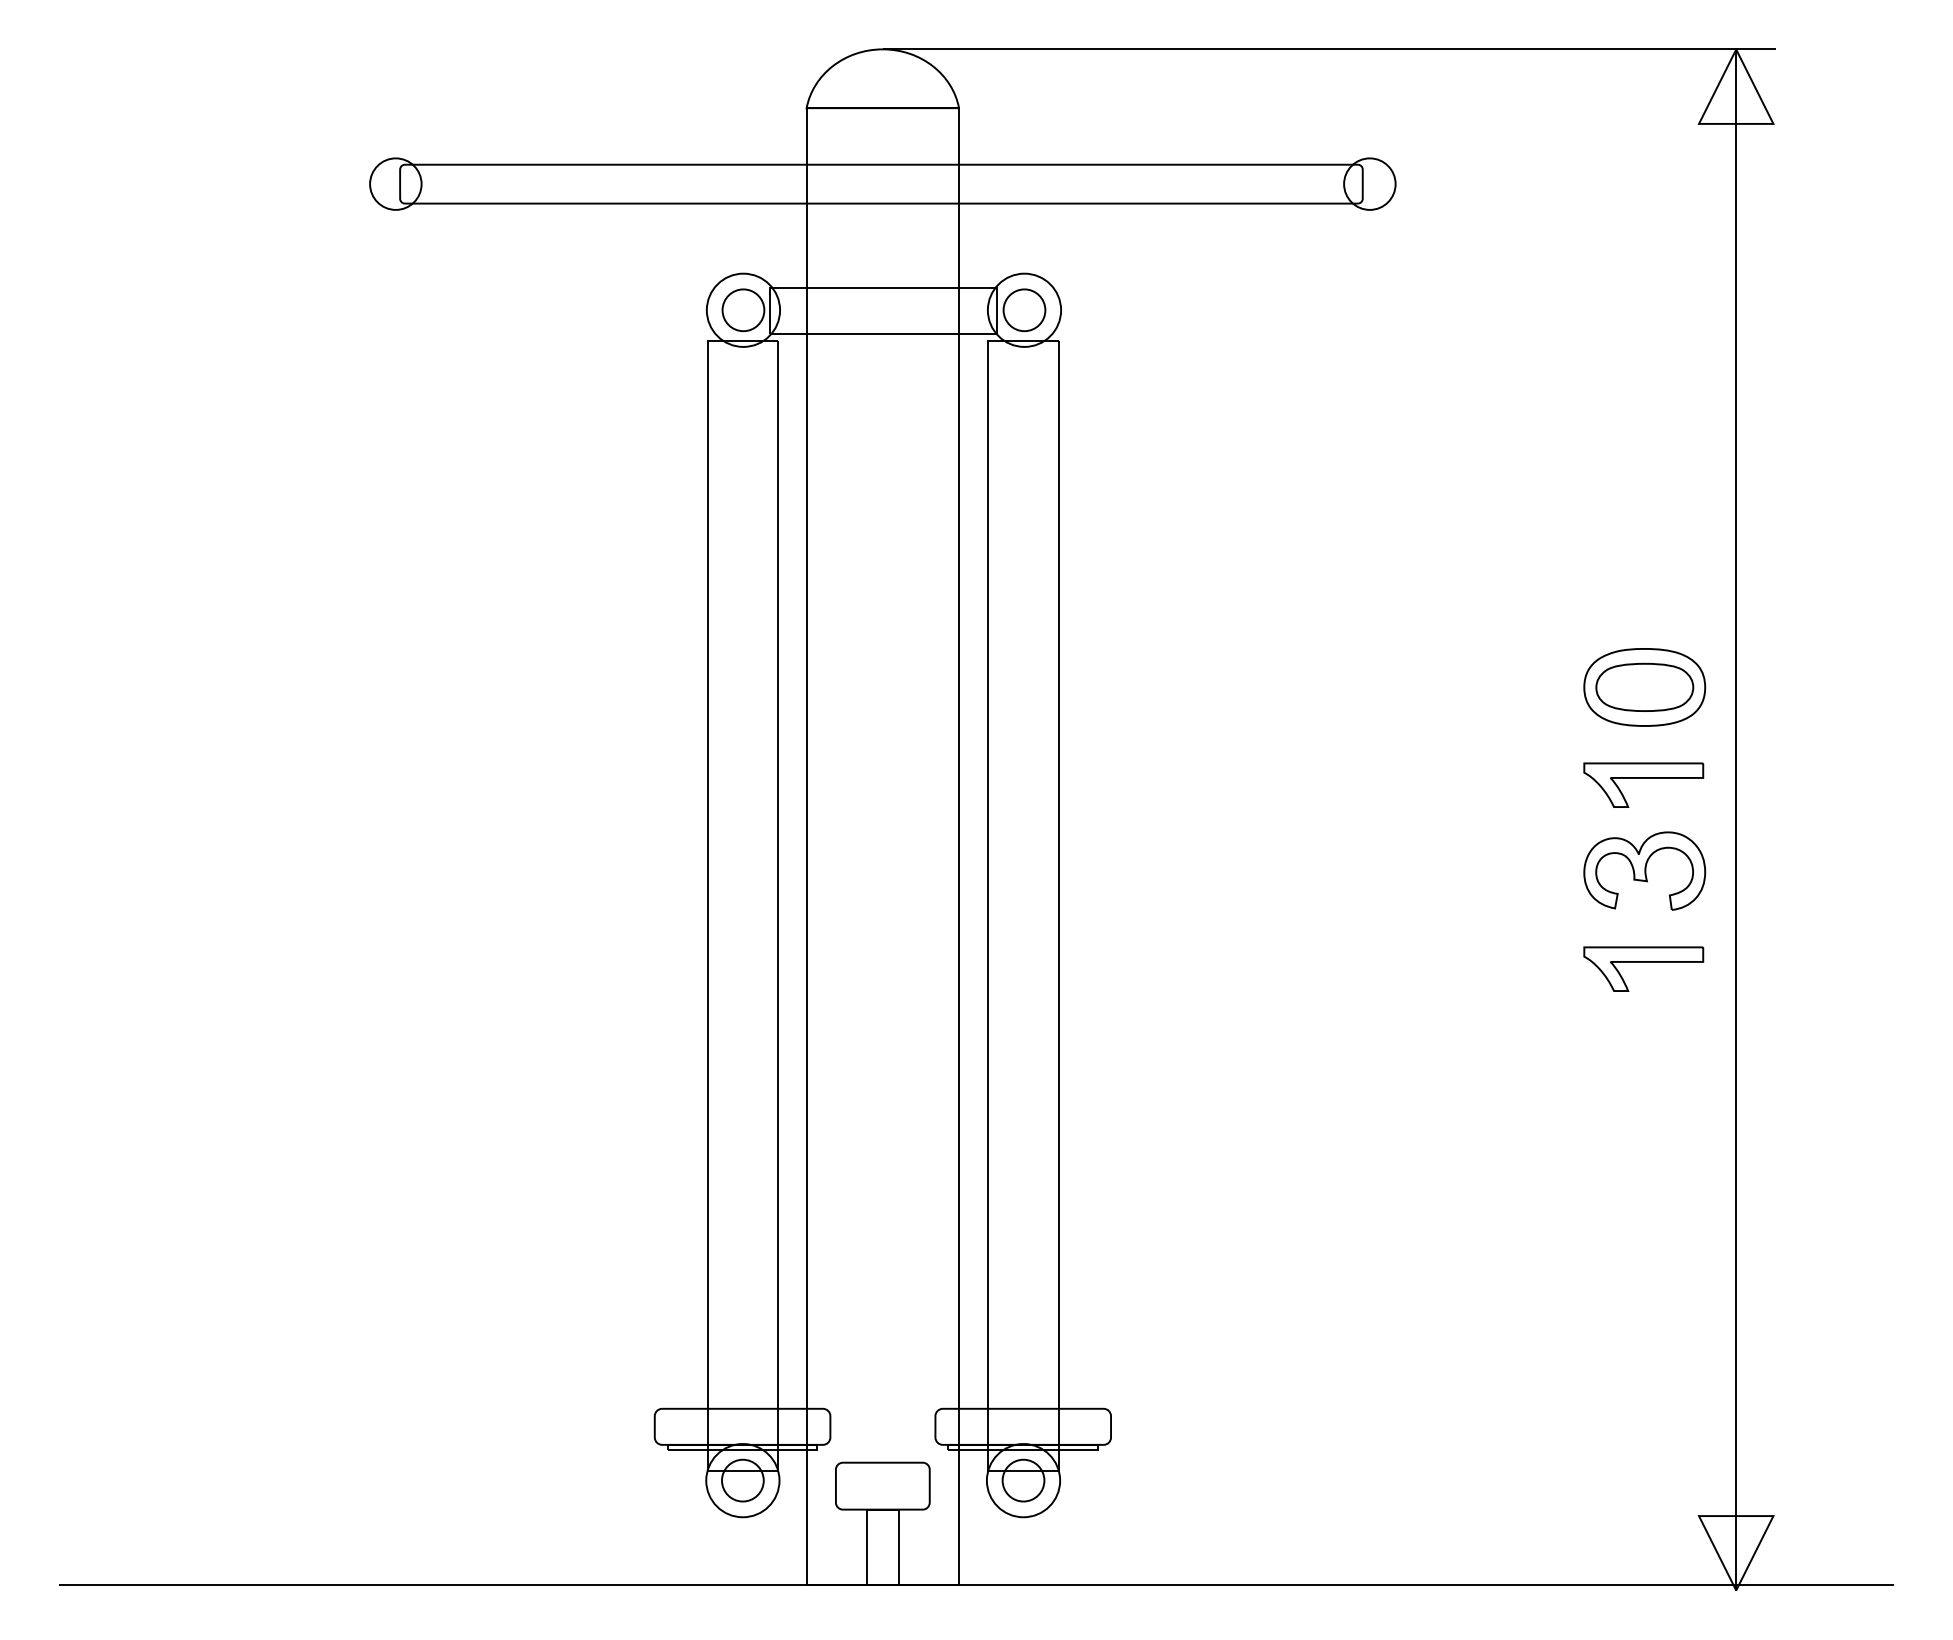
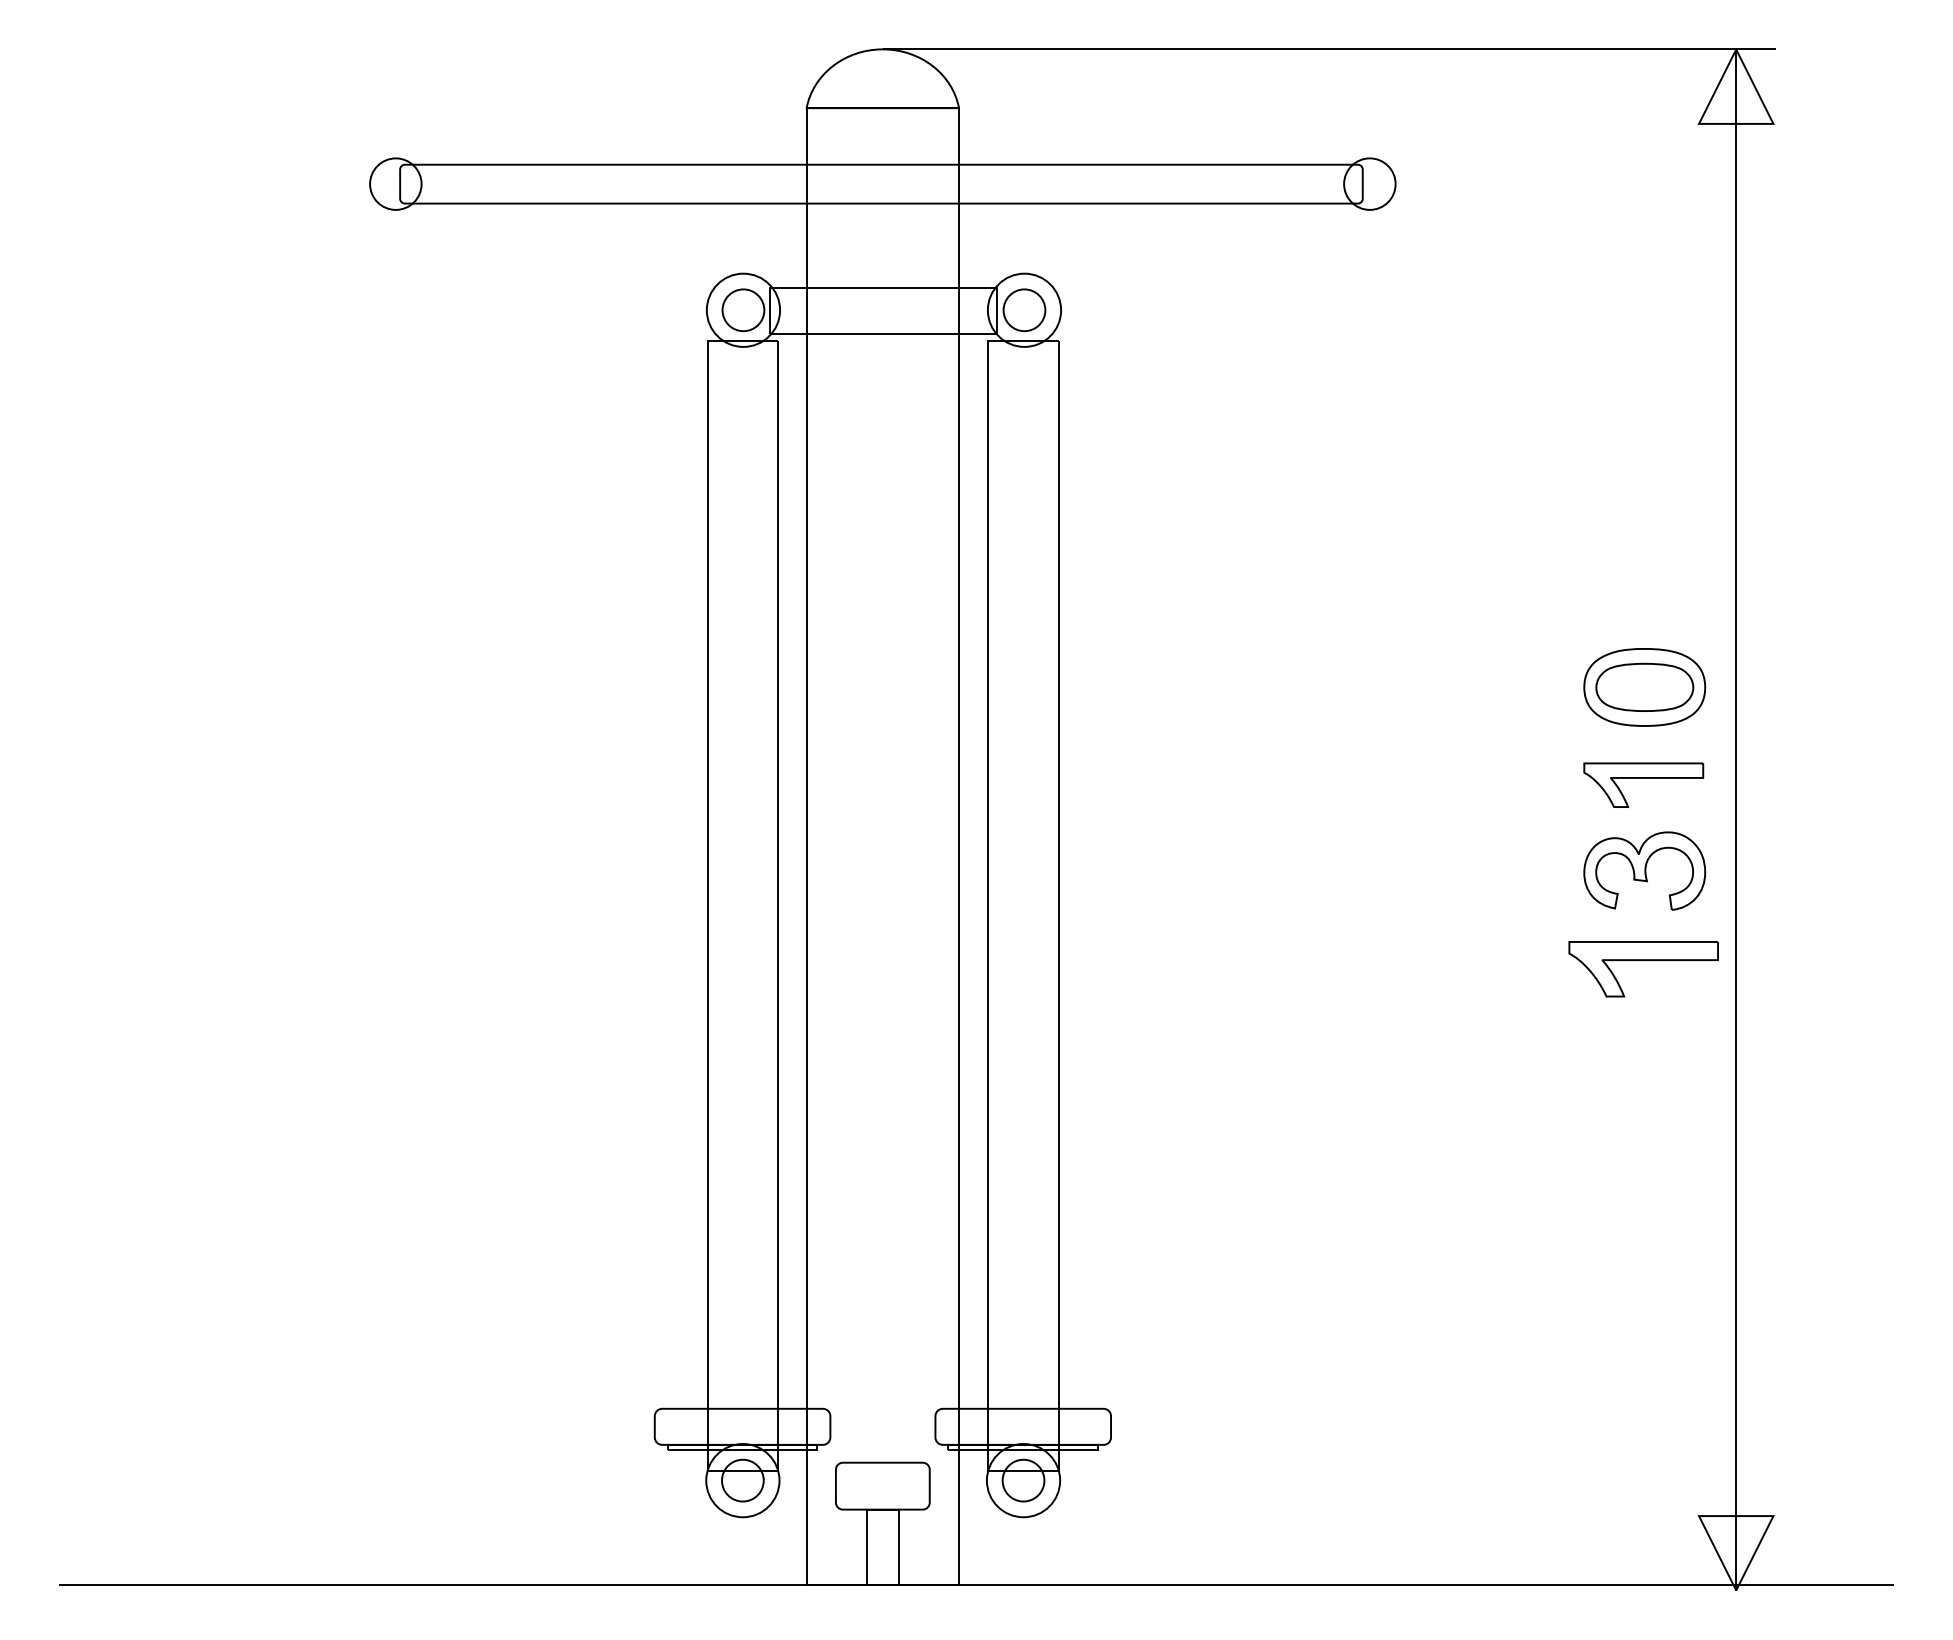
part at (1643, 968) size: 122x46 px -> 151x57 px
